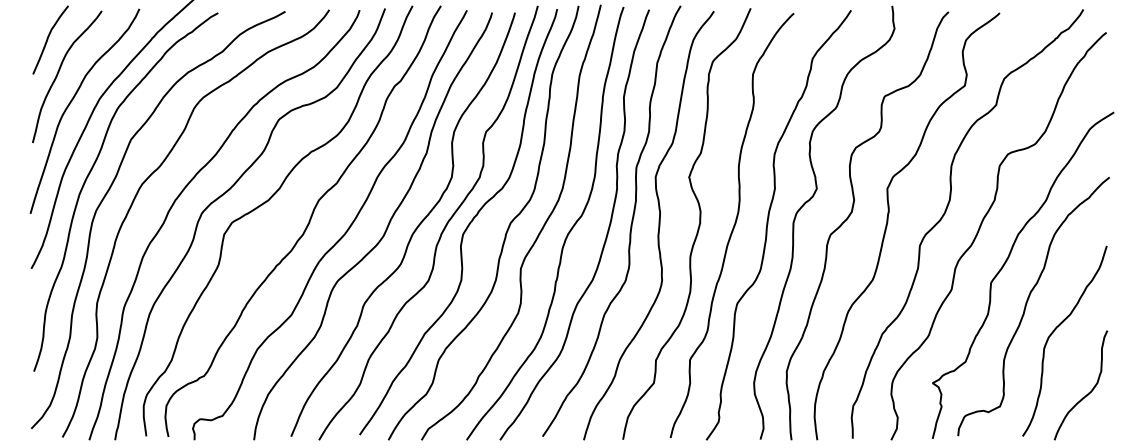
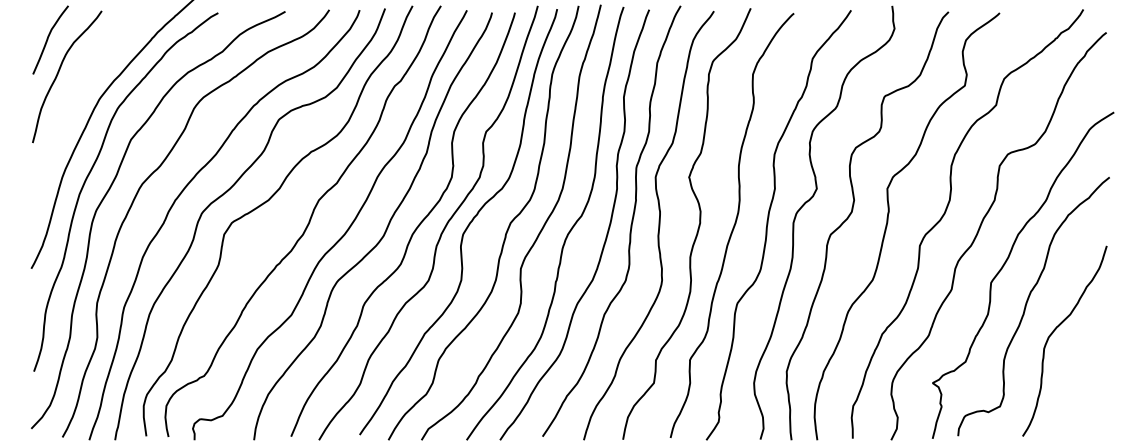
curve at (72, 101): present -> none
curve at (1088, 392): present -> none
